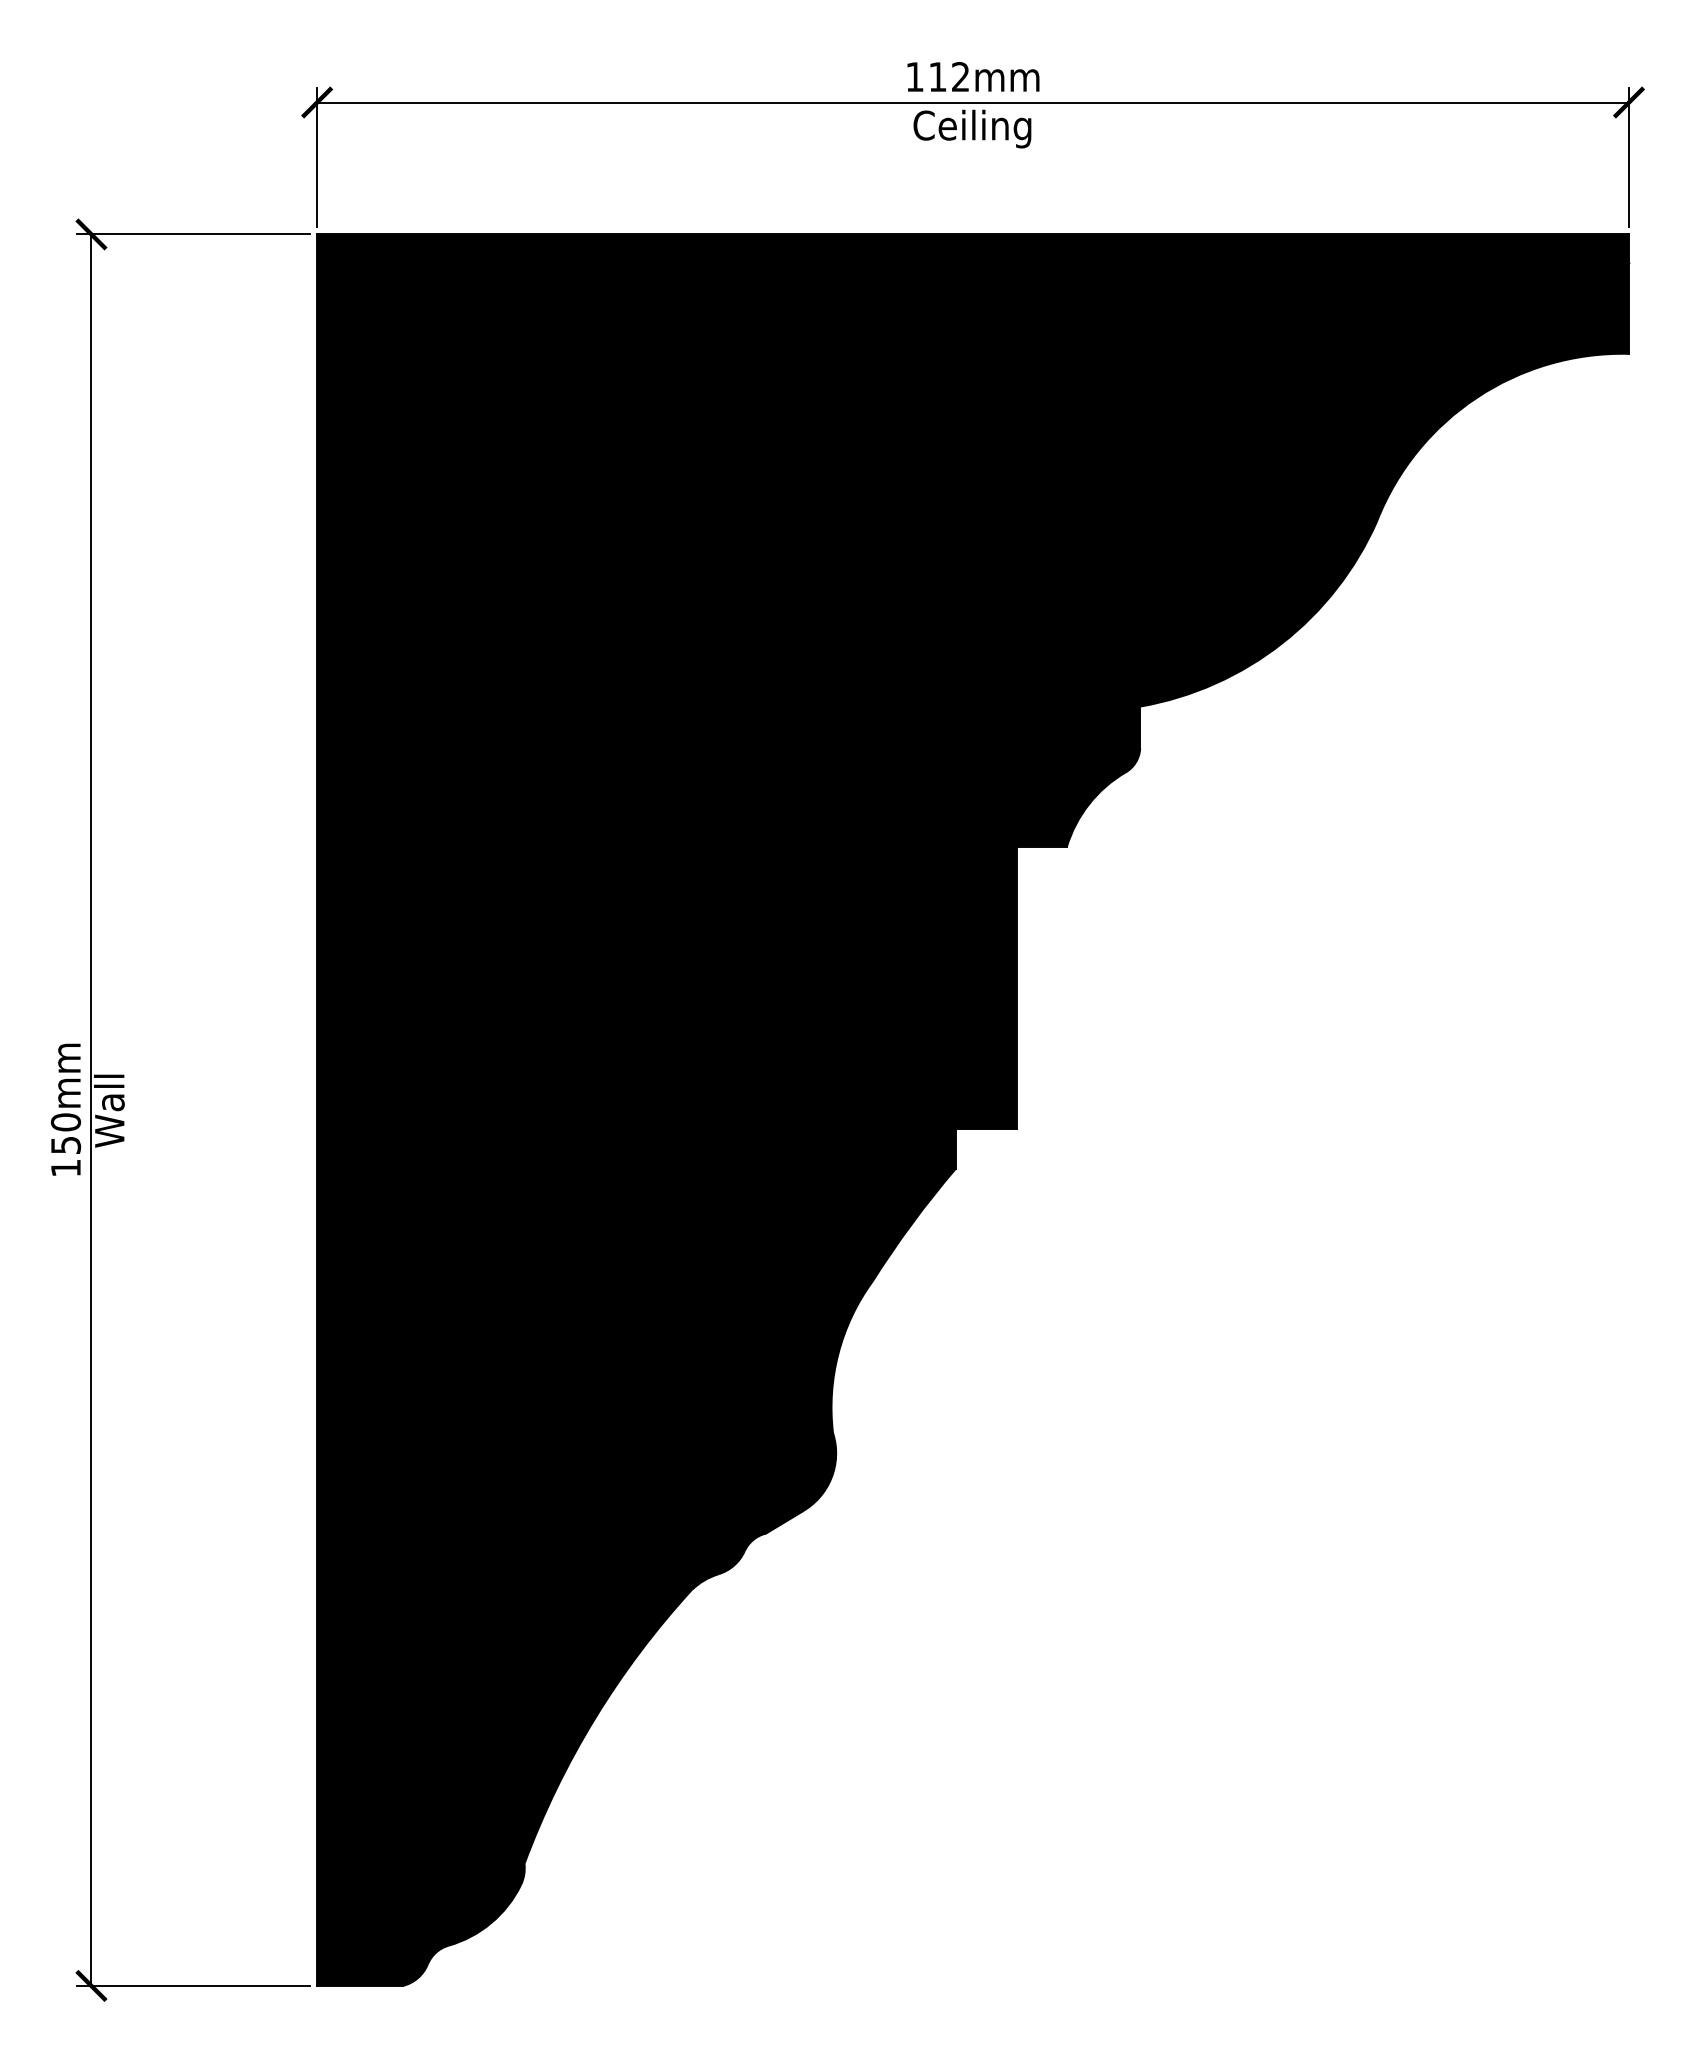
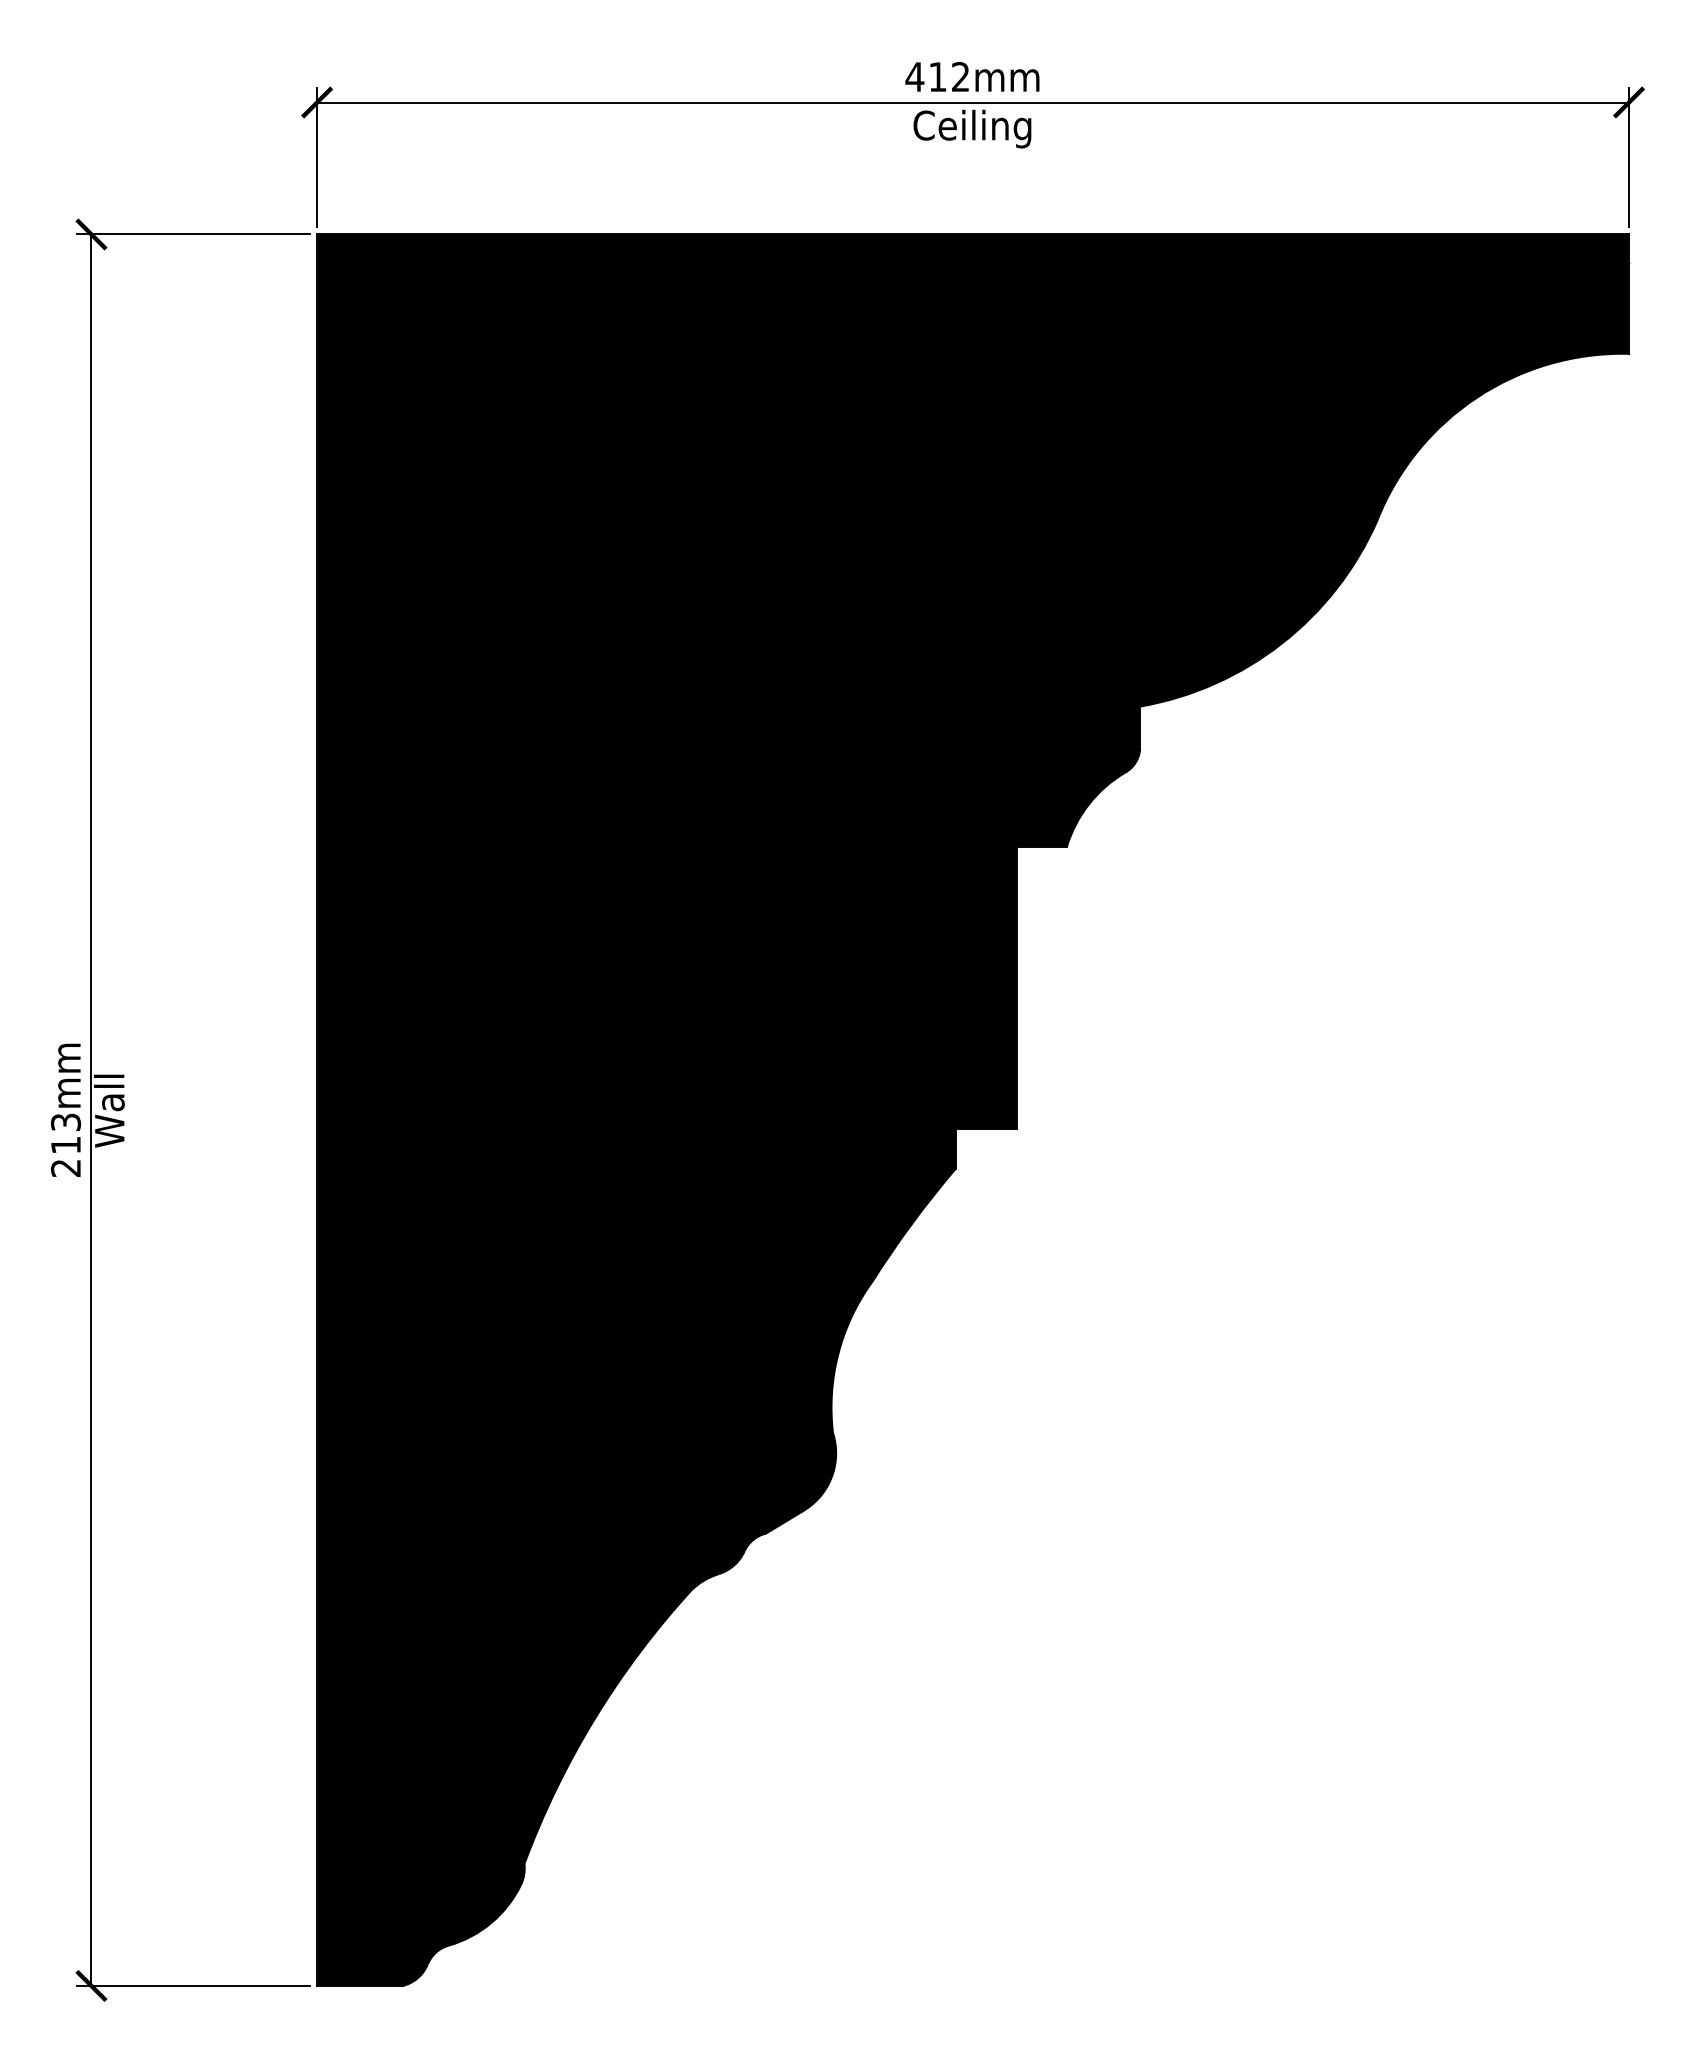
text at (914, 76): 112mm -> 412mm
text at (65, 1144): 150mm -> 213mm
